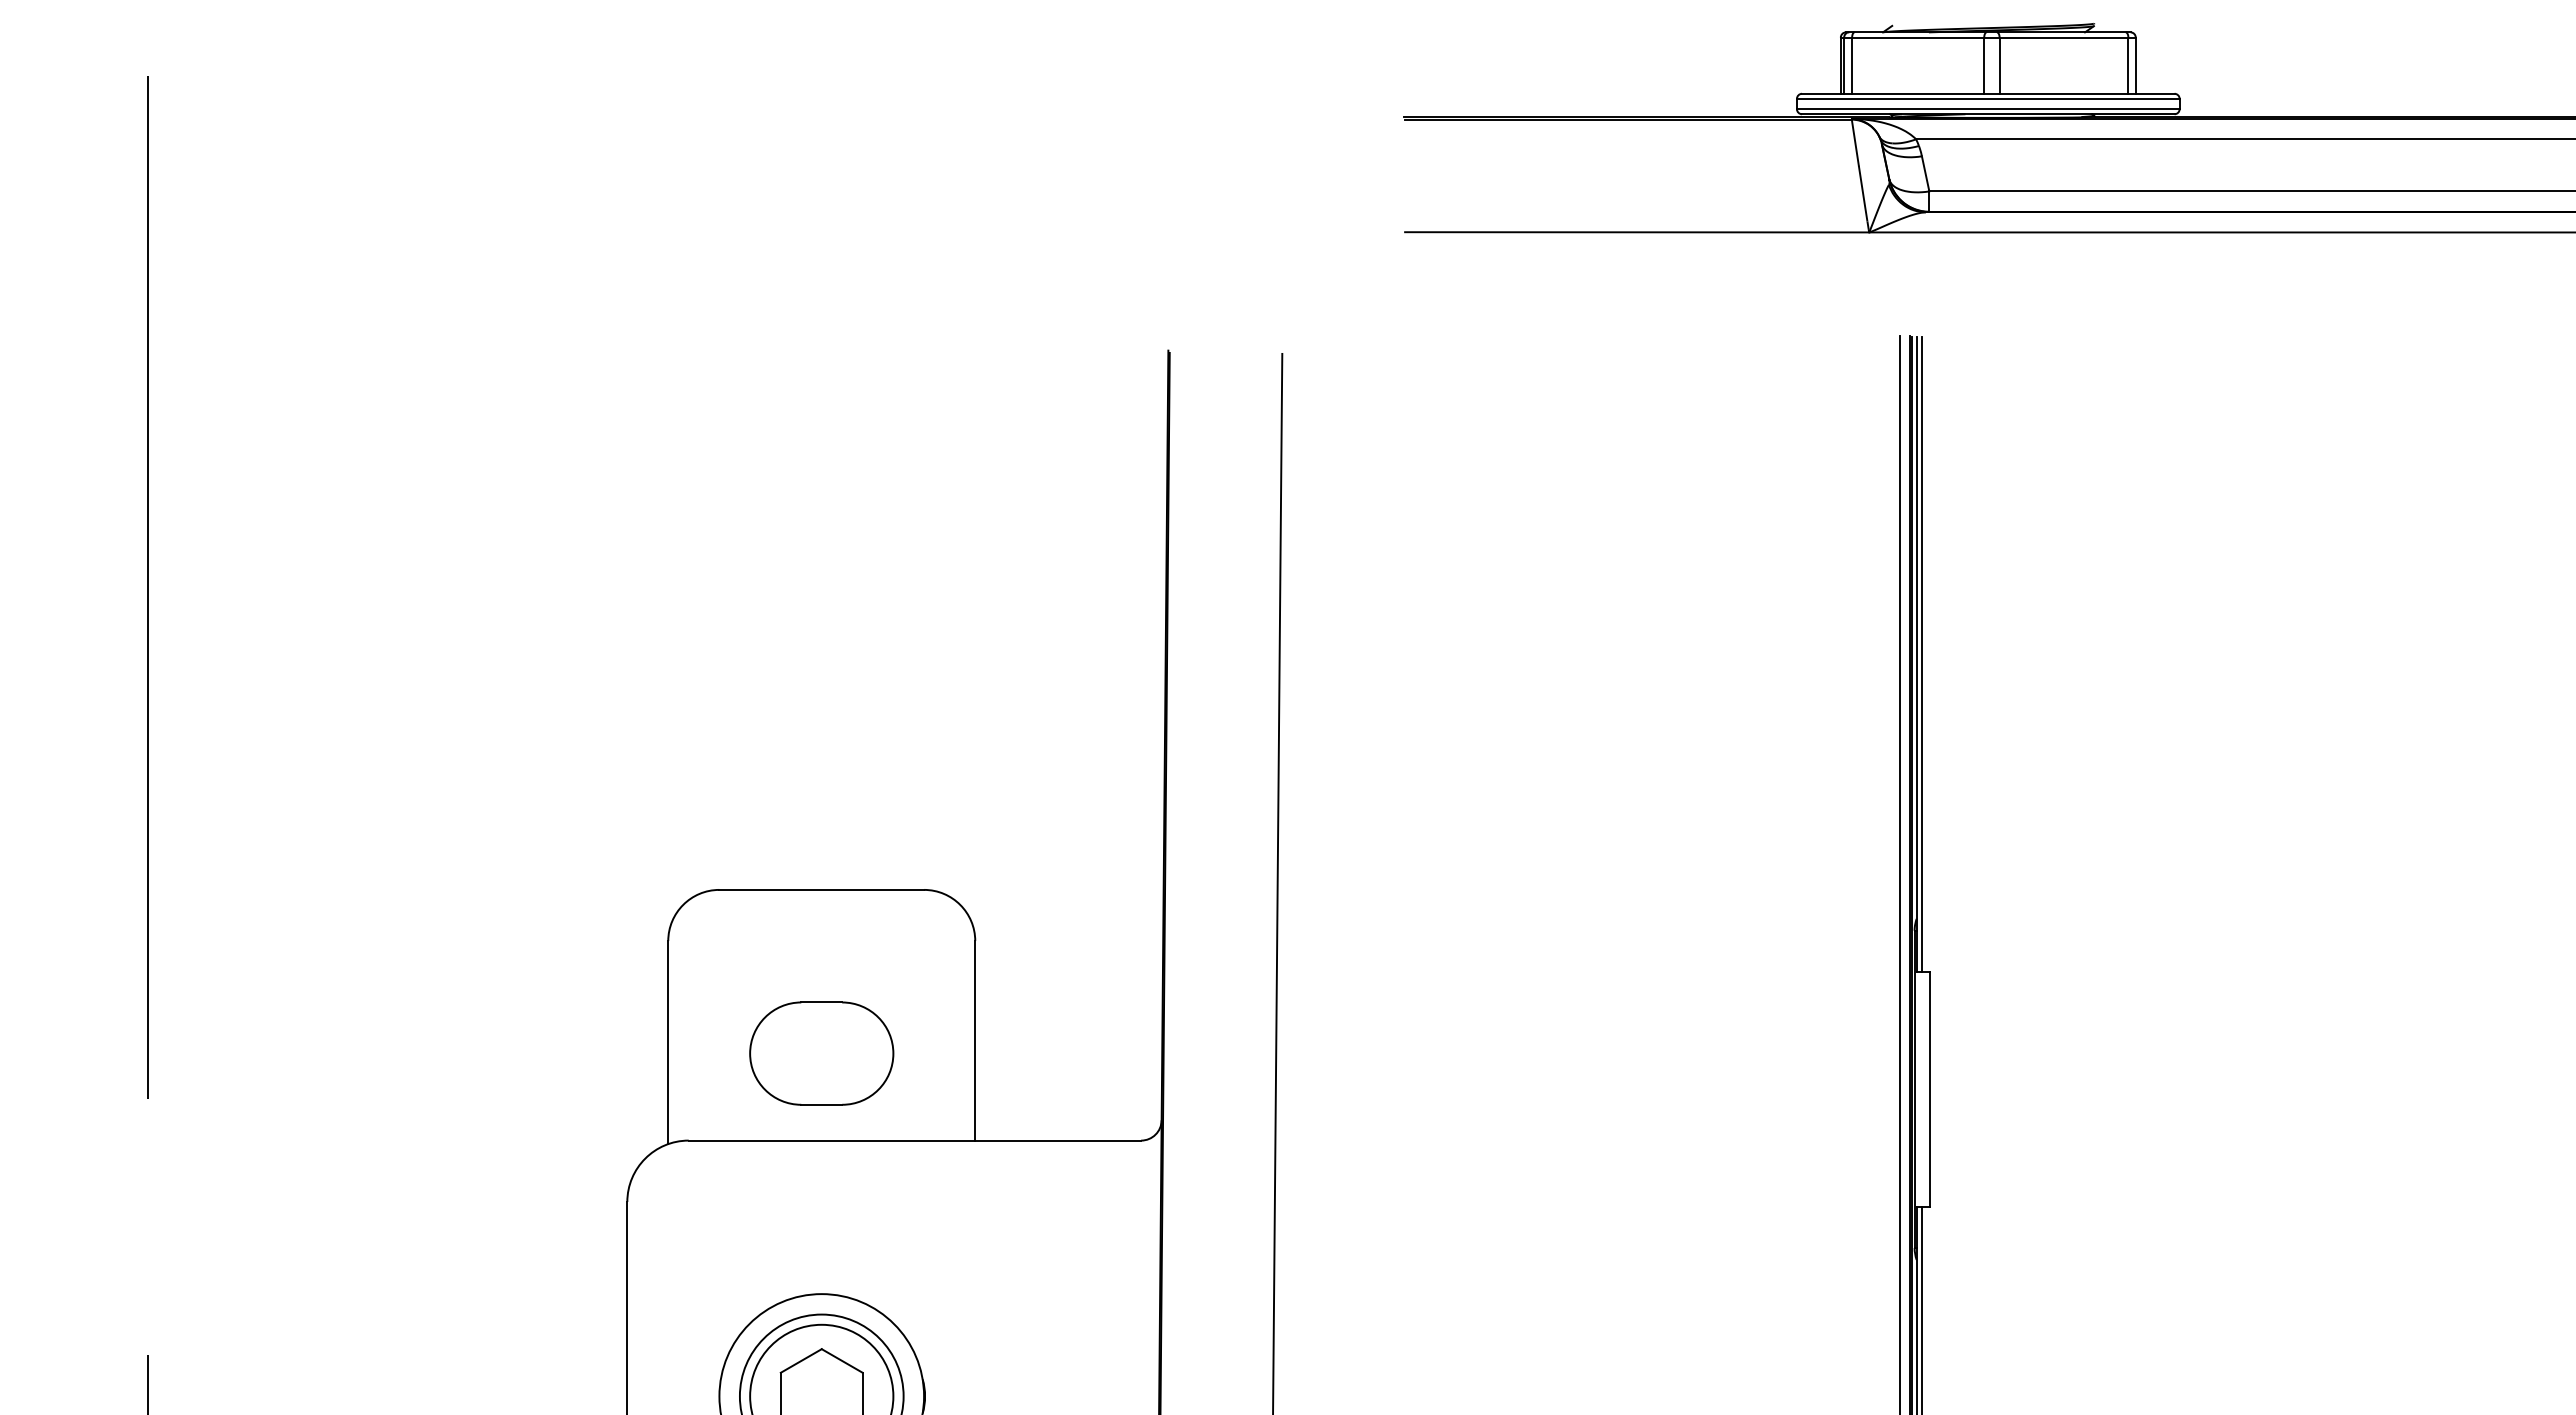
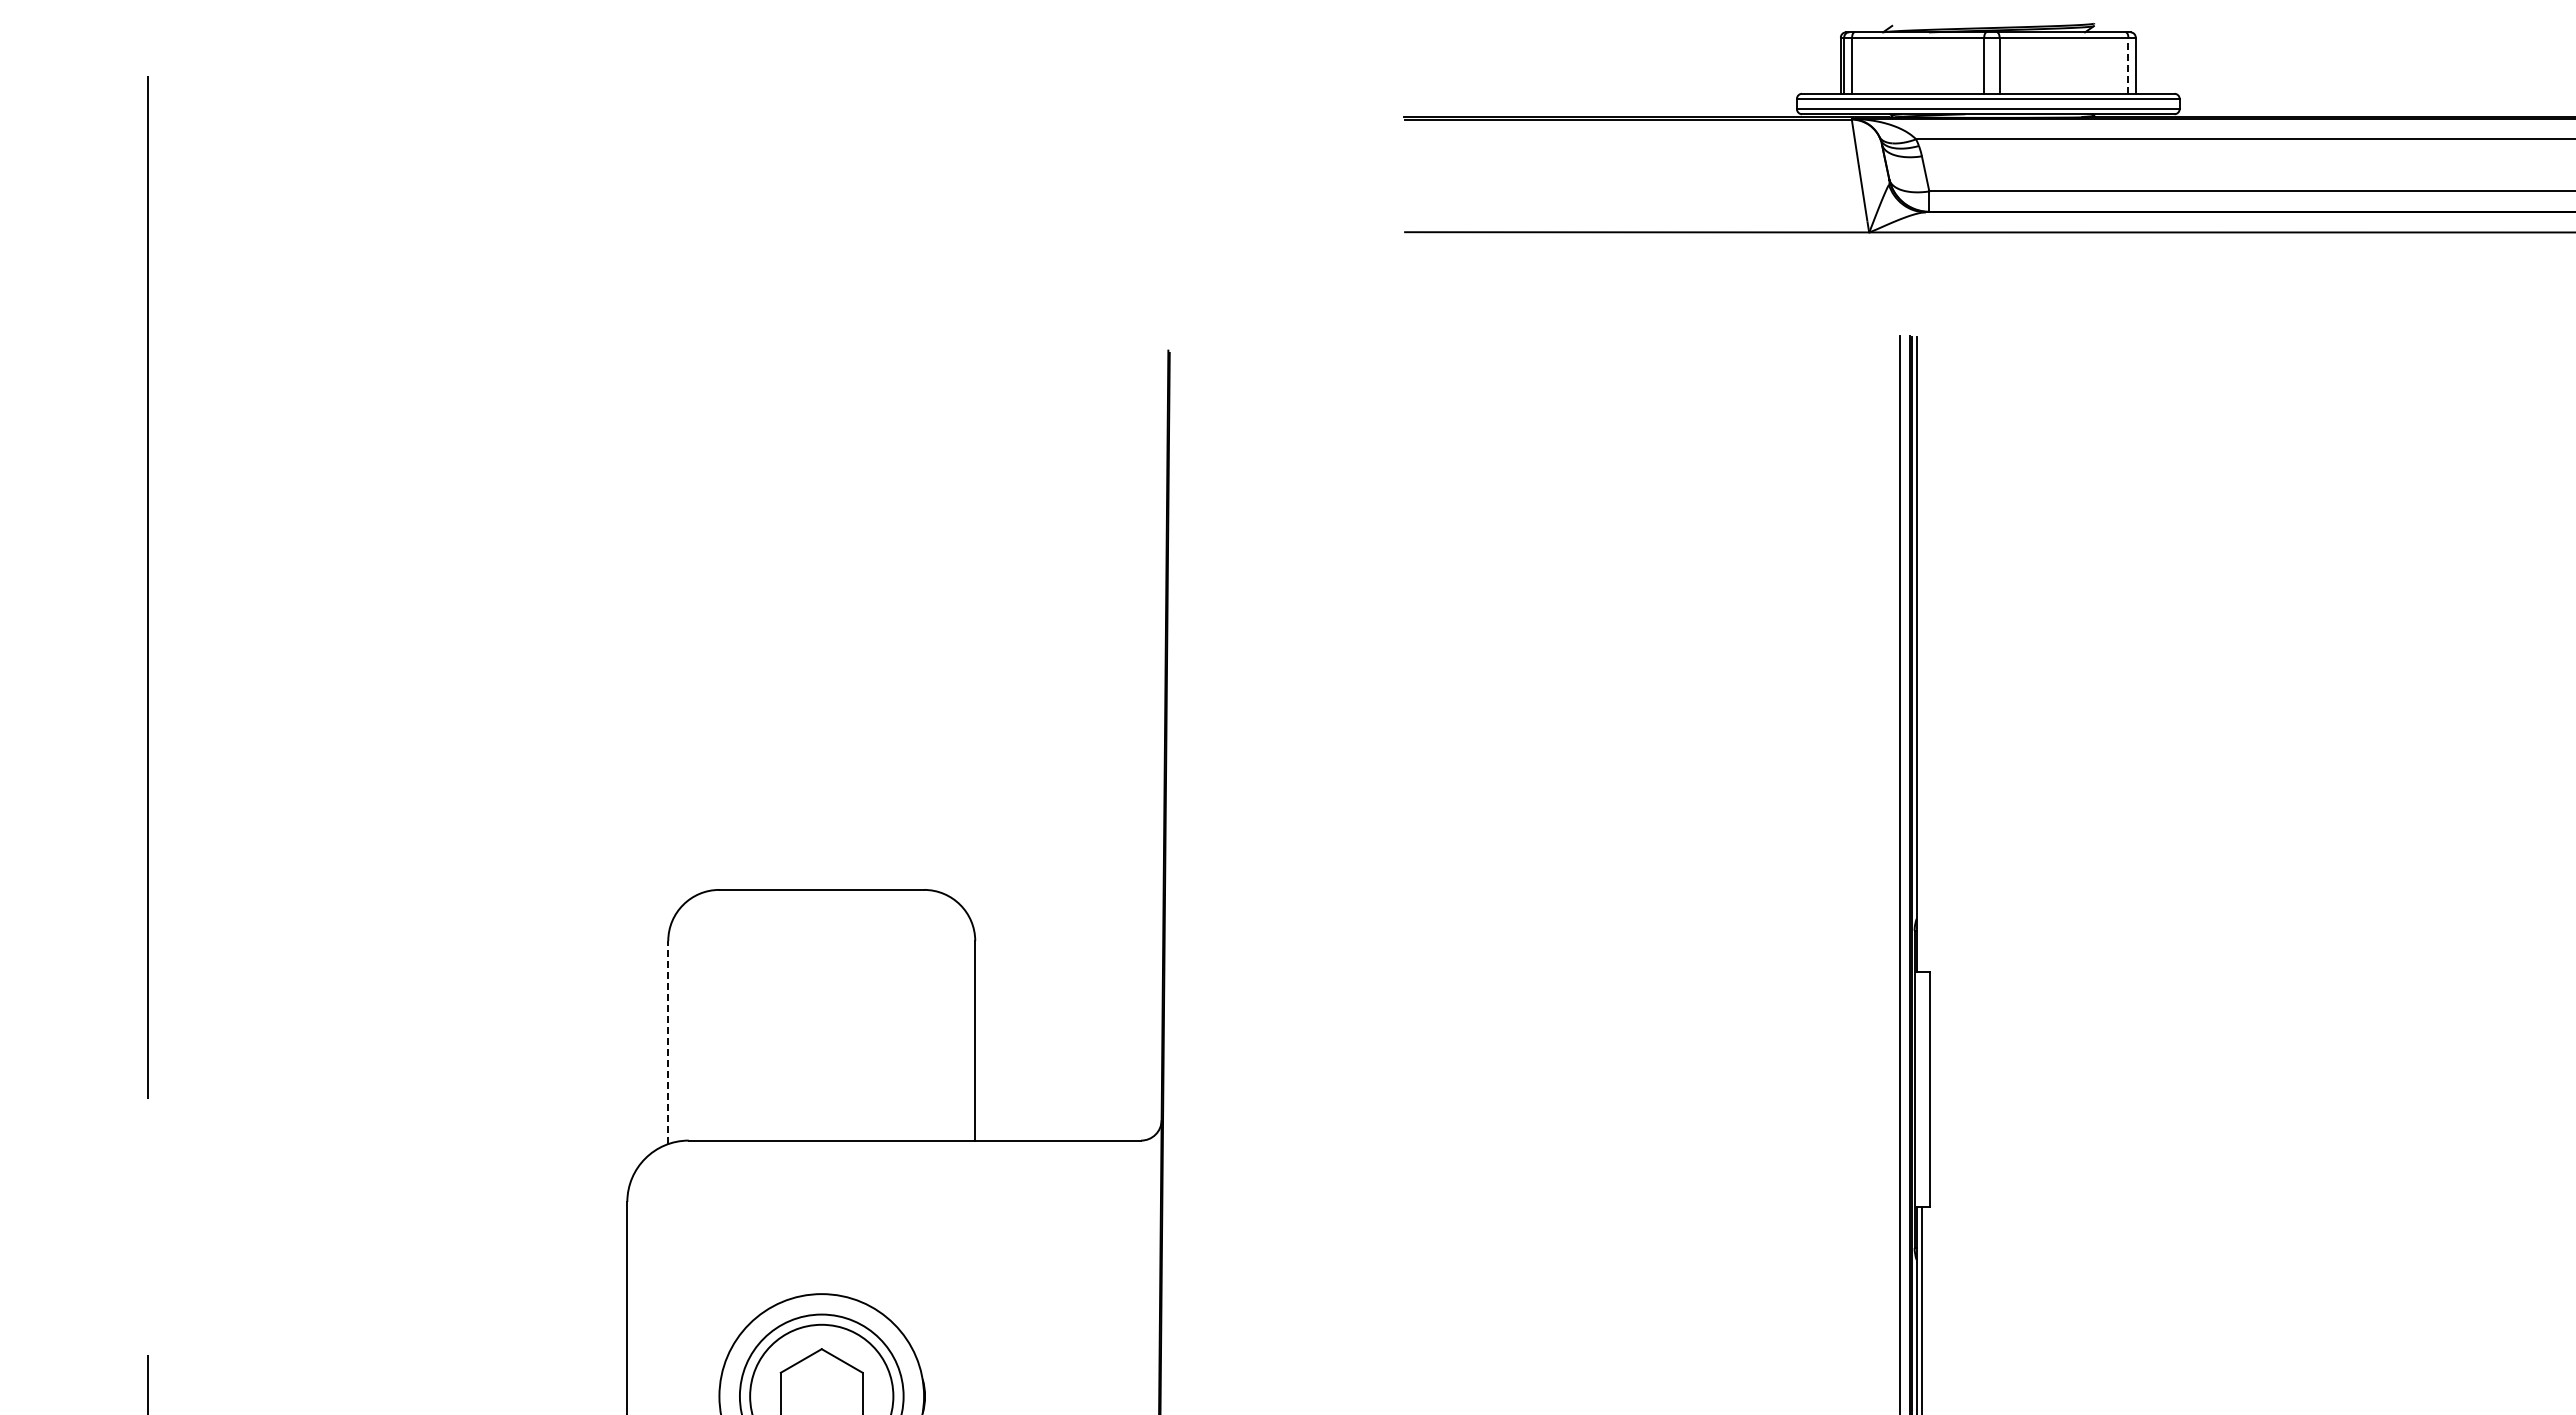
line at (2128, 65): solid -> dashed
line at (1921, 654): present -> none
line at (1277, 882): present -> none
line at (668, 1042): solid -> dashed
part at (821, 1053): present -> none
